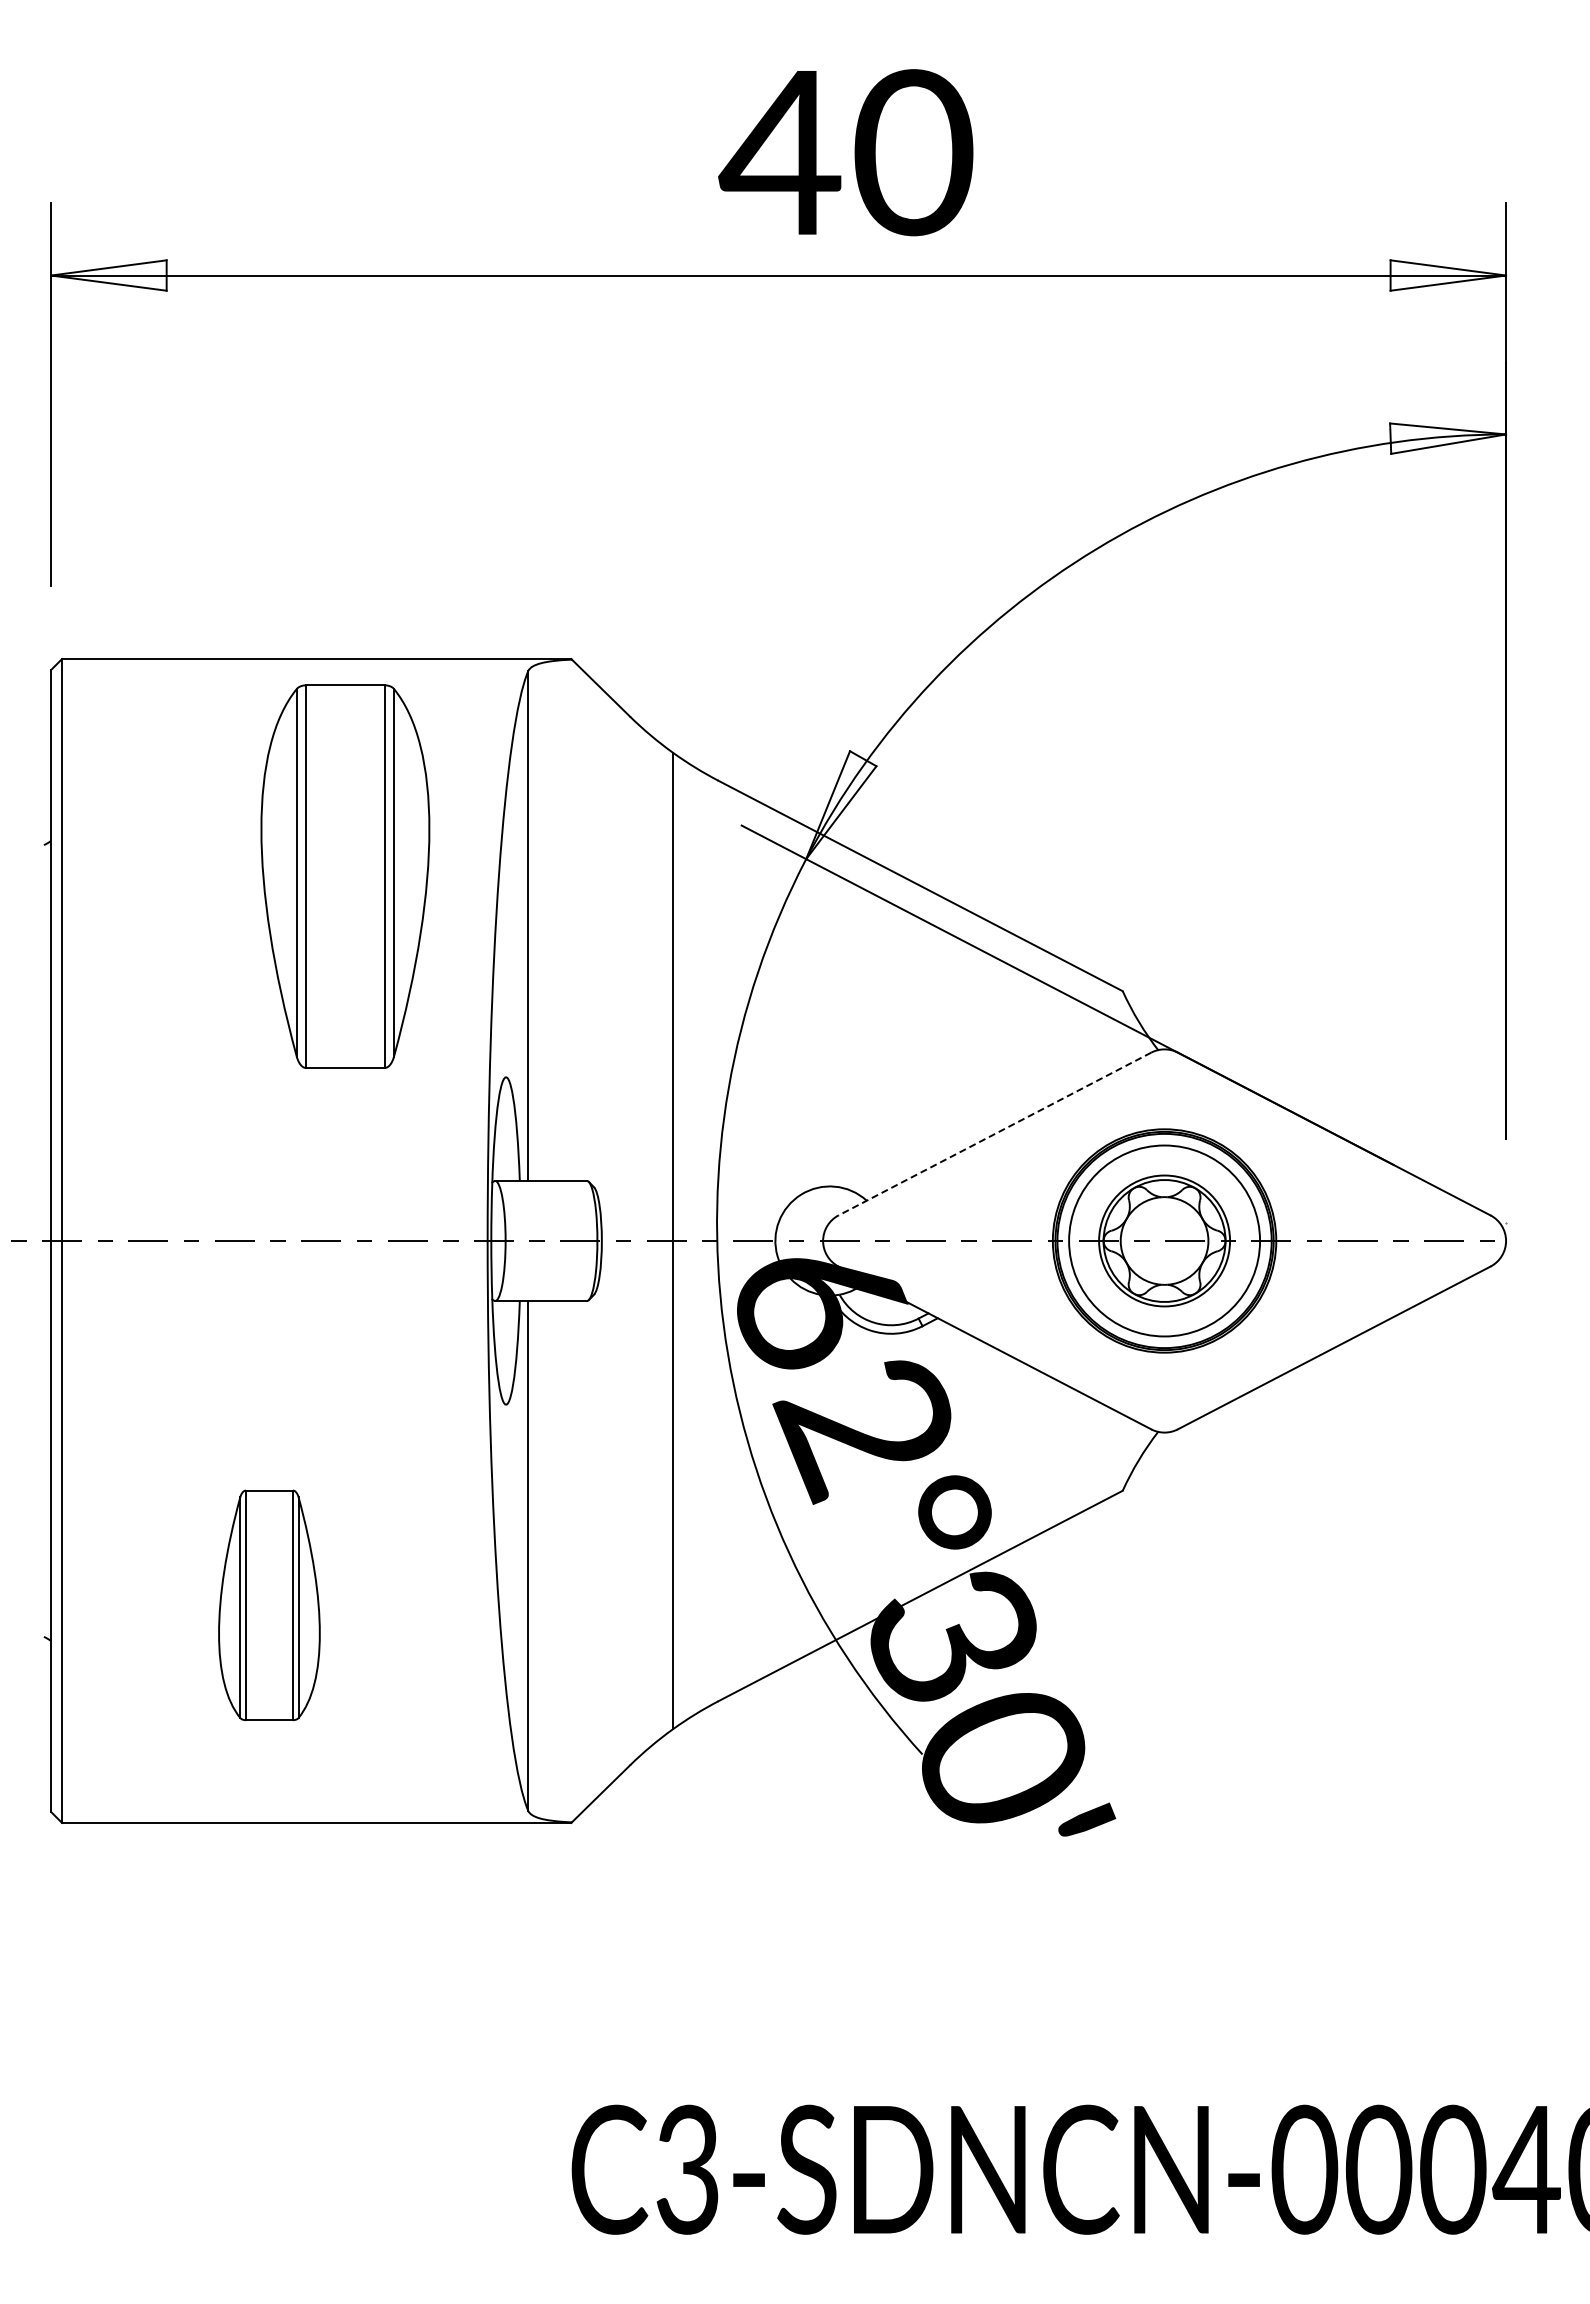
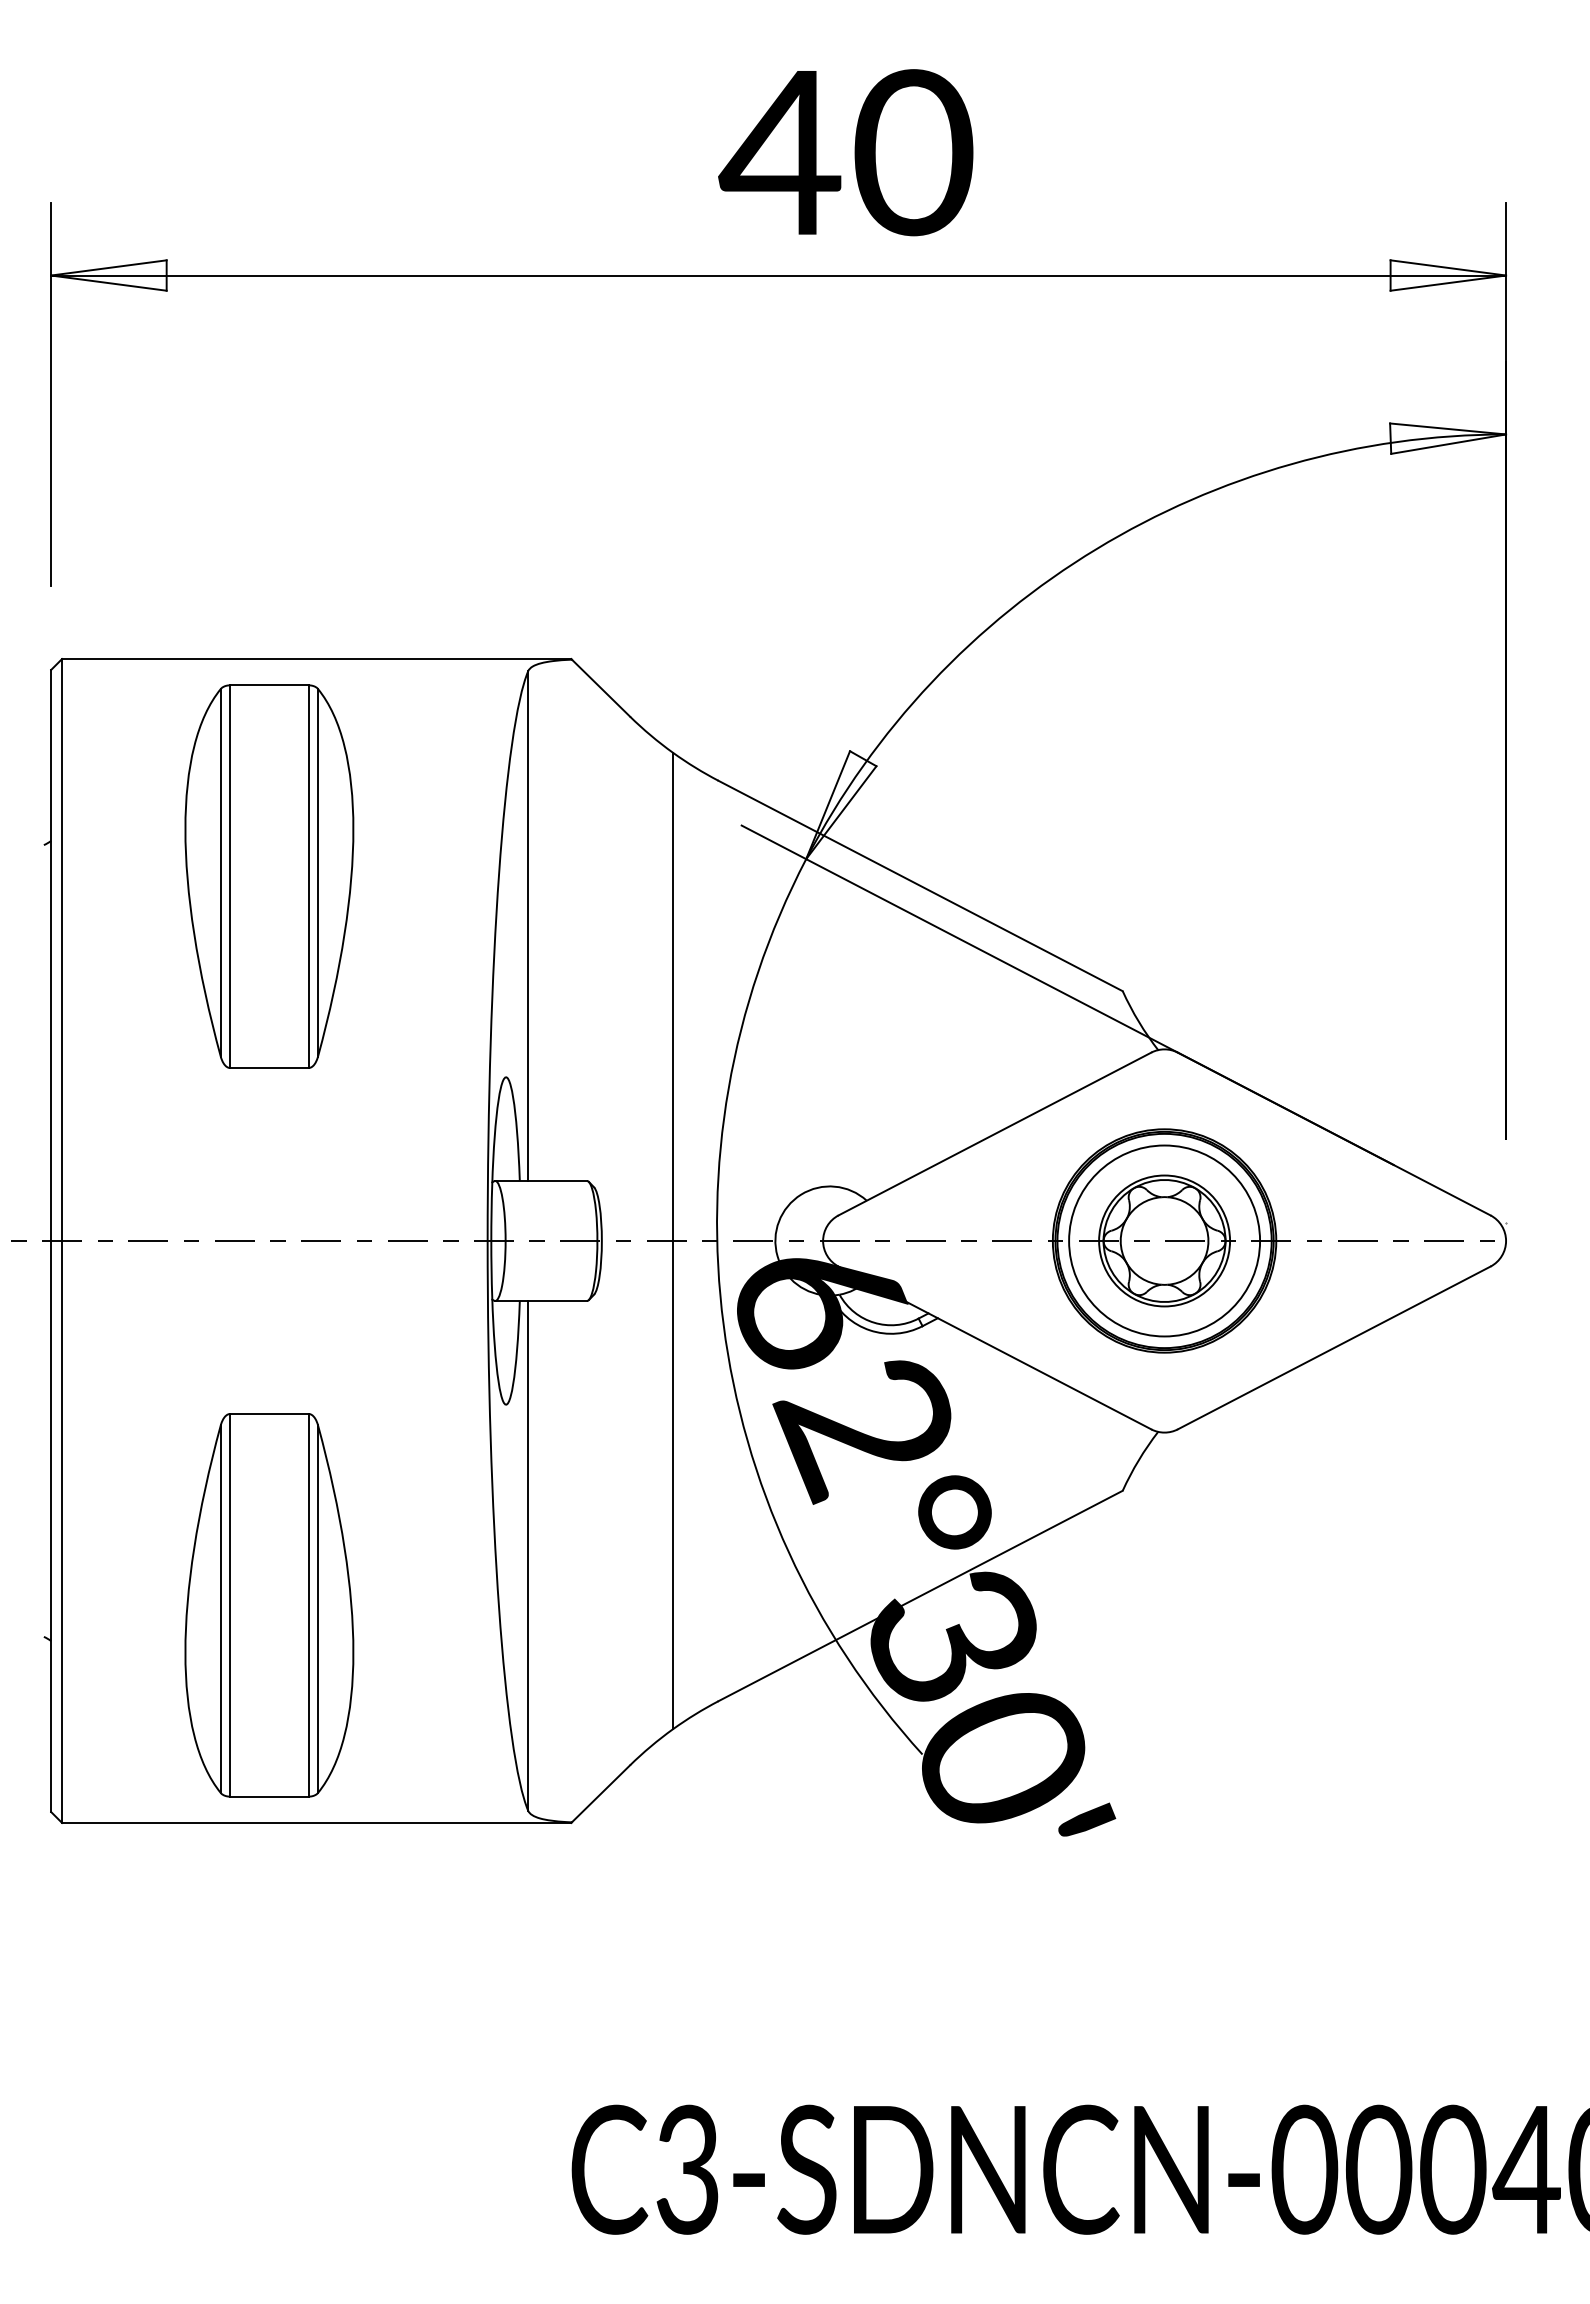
part at (345, 876) position: (345, 876) -> (269, 876)
line at (994, 1134): dashed -> solid
part at (269, 1605) size: 103x233 px -> 171x385 px
